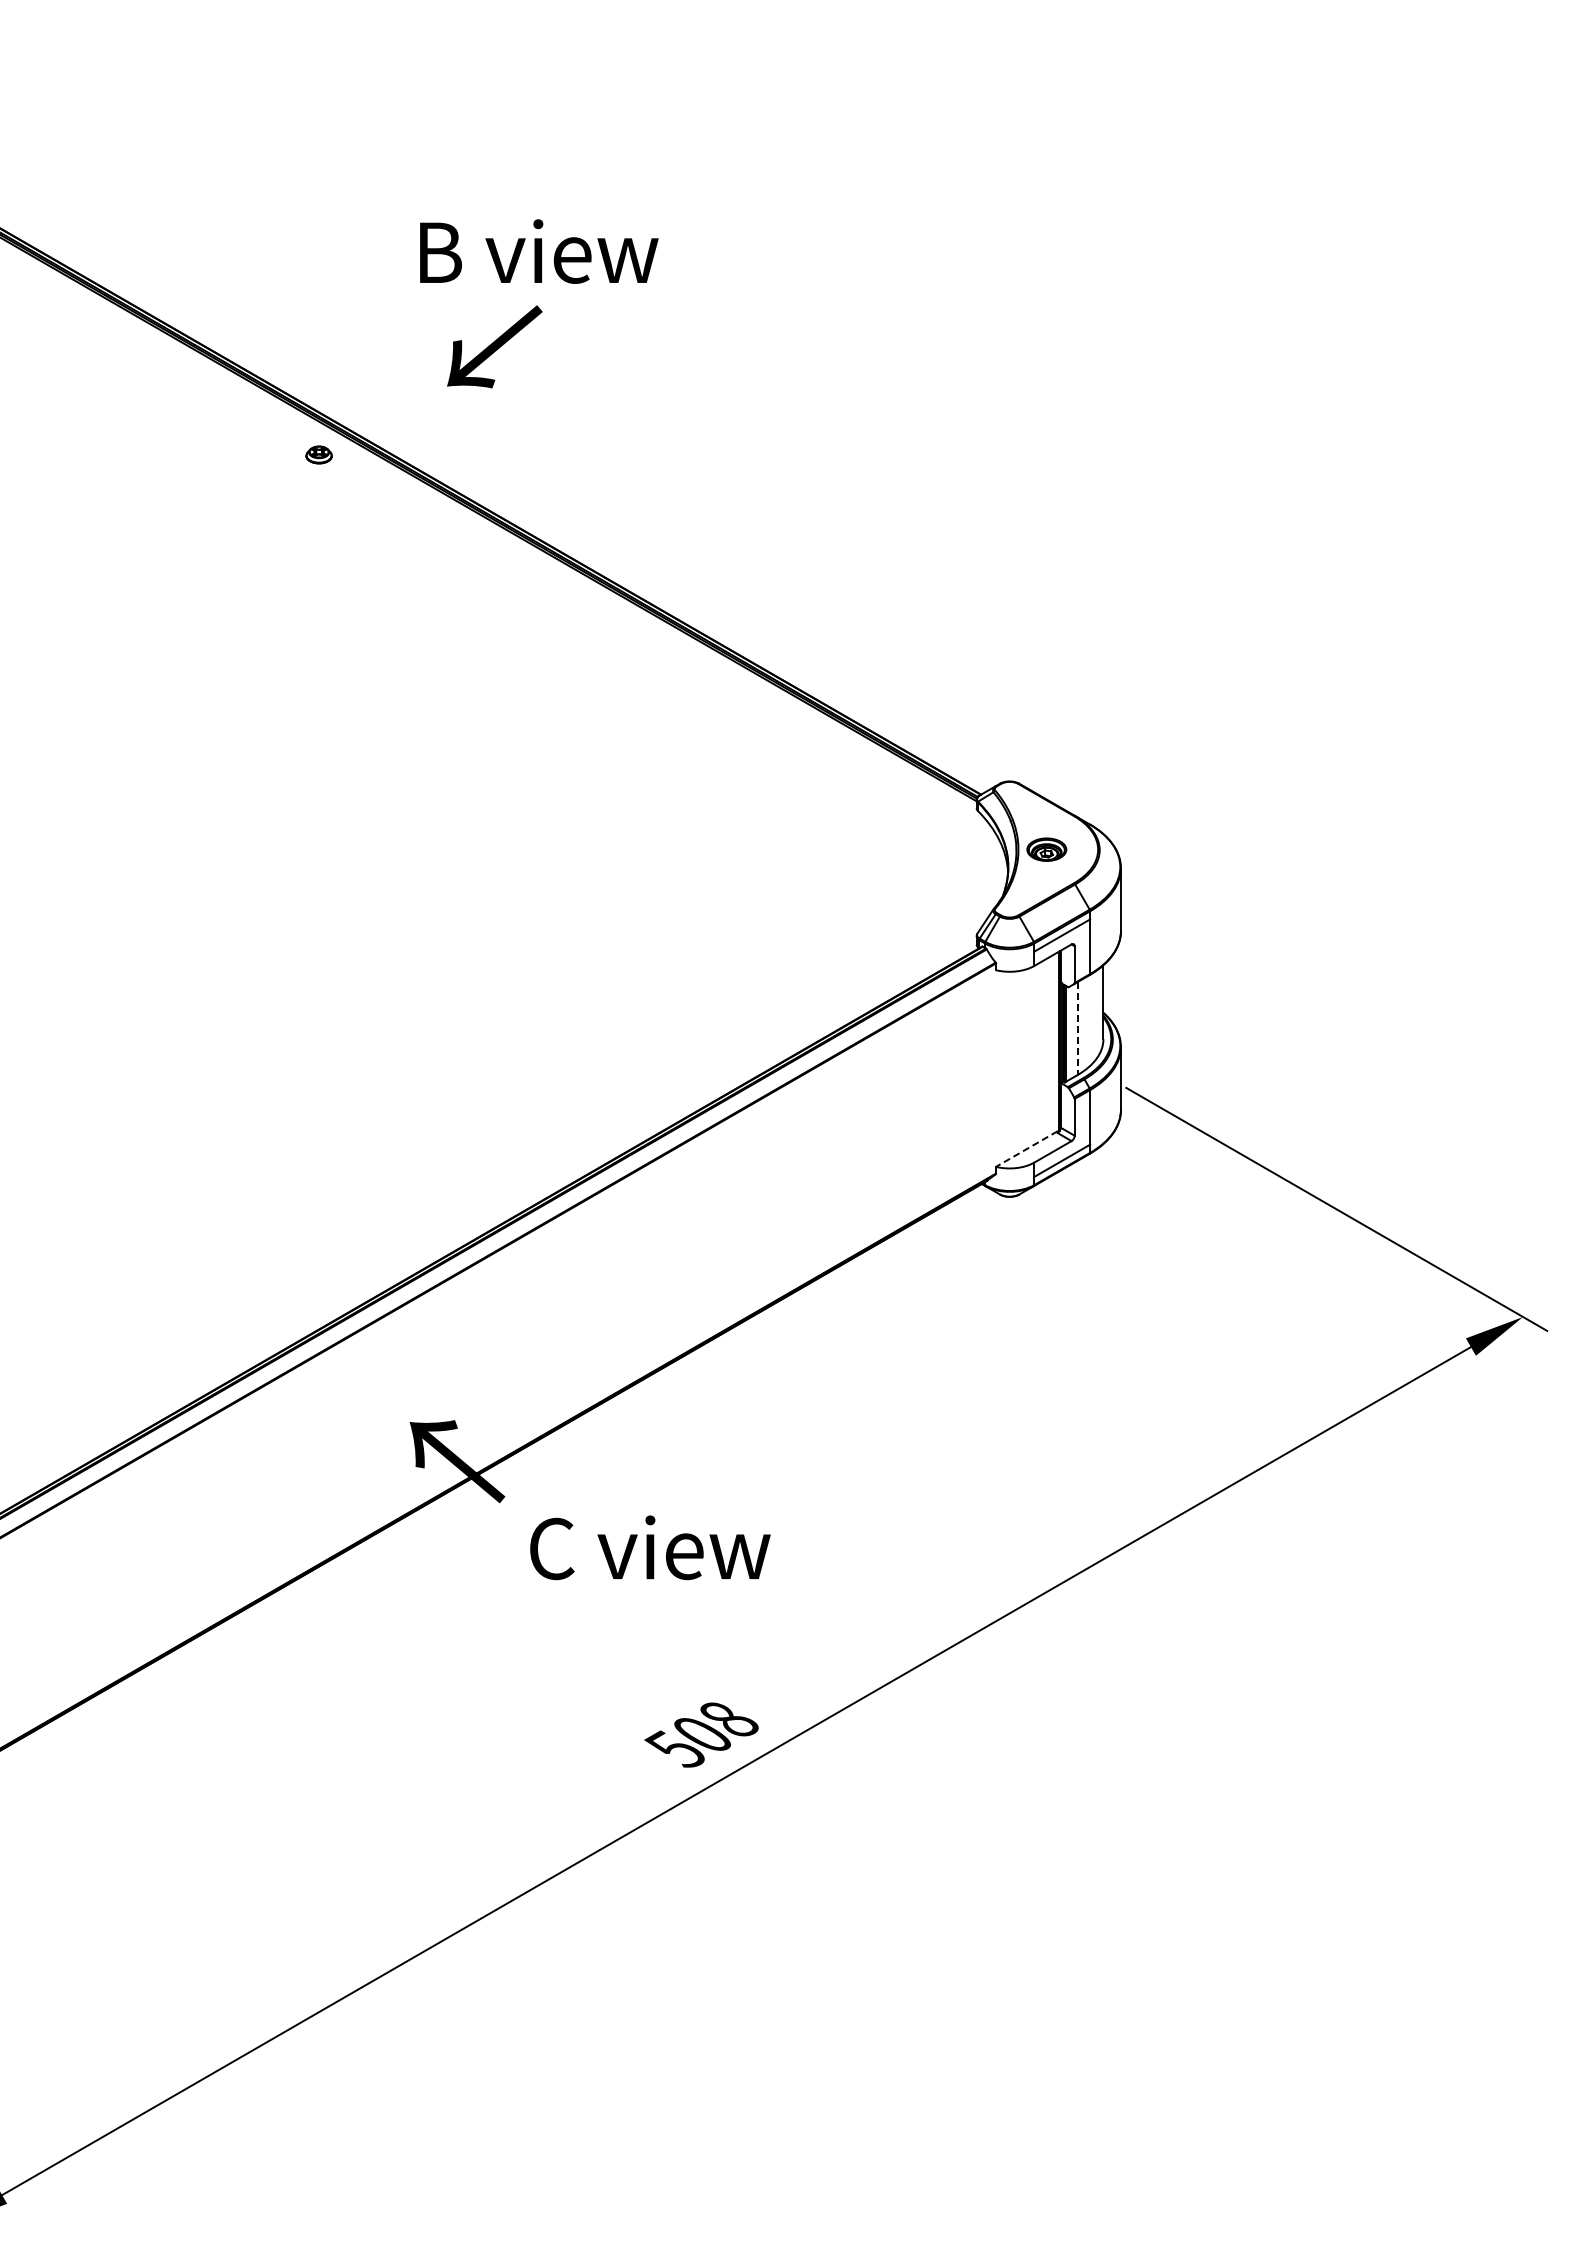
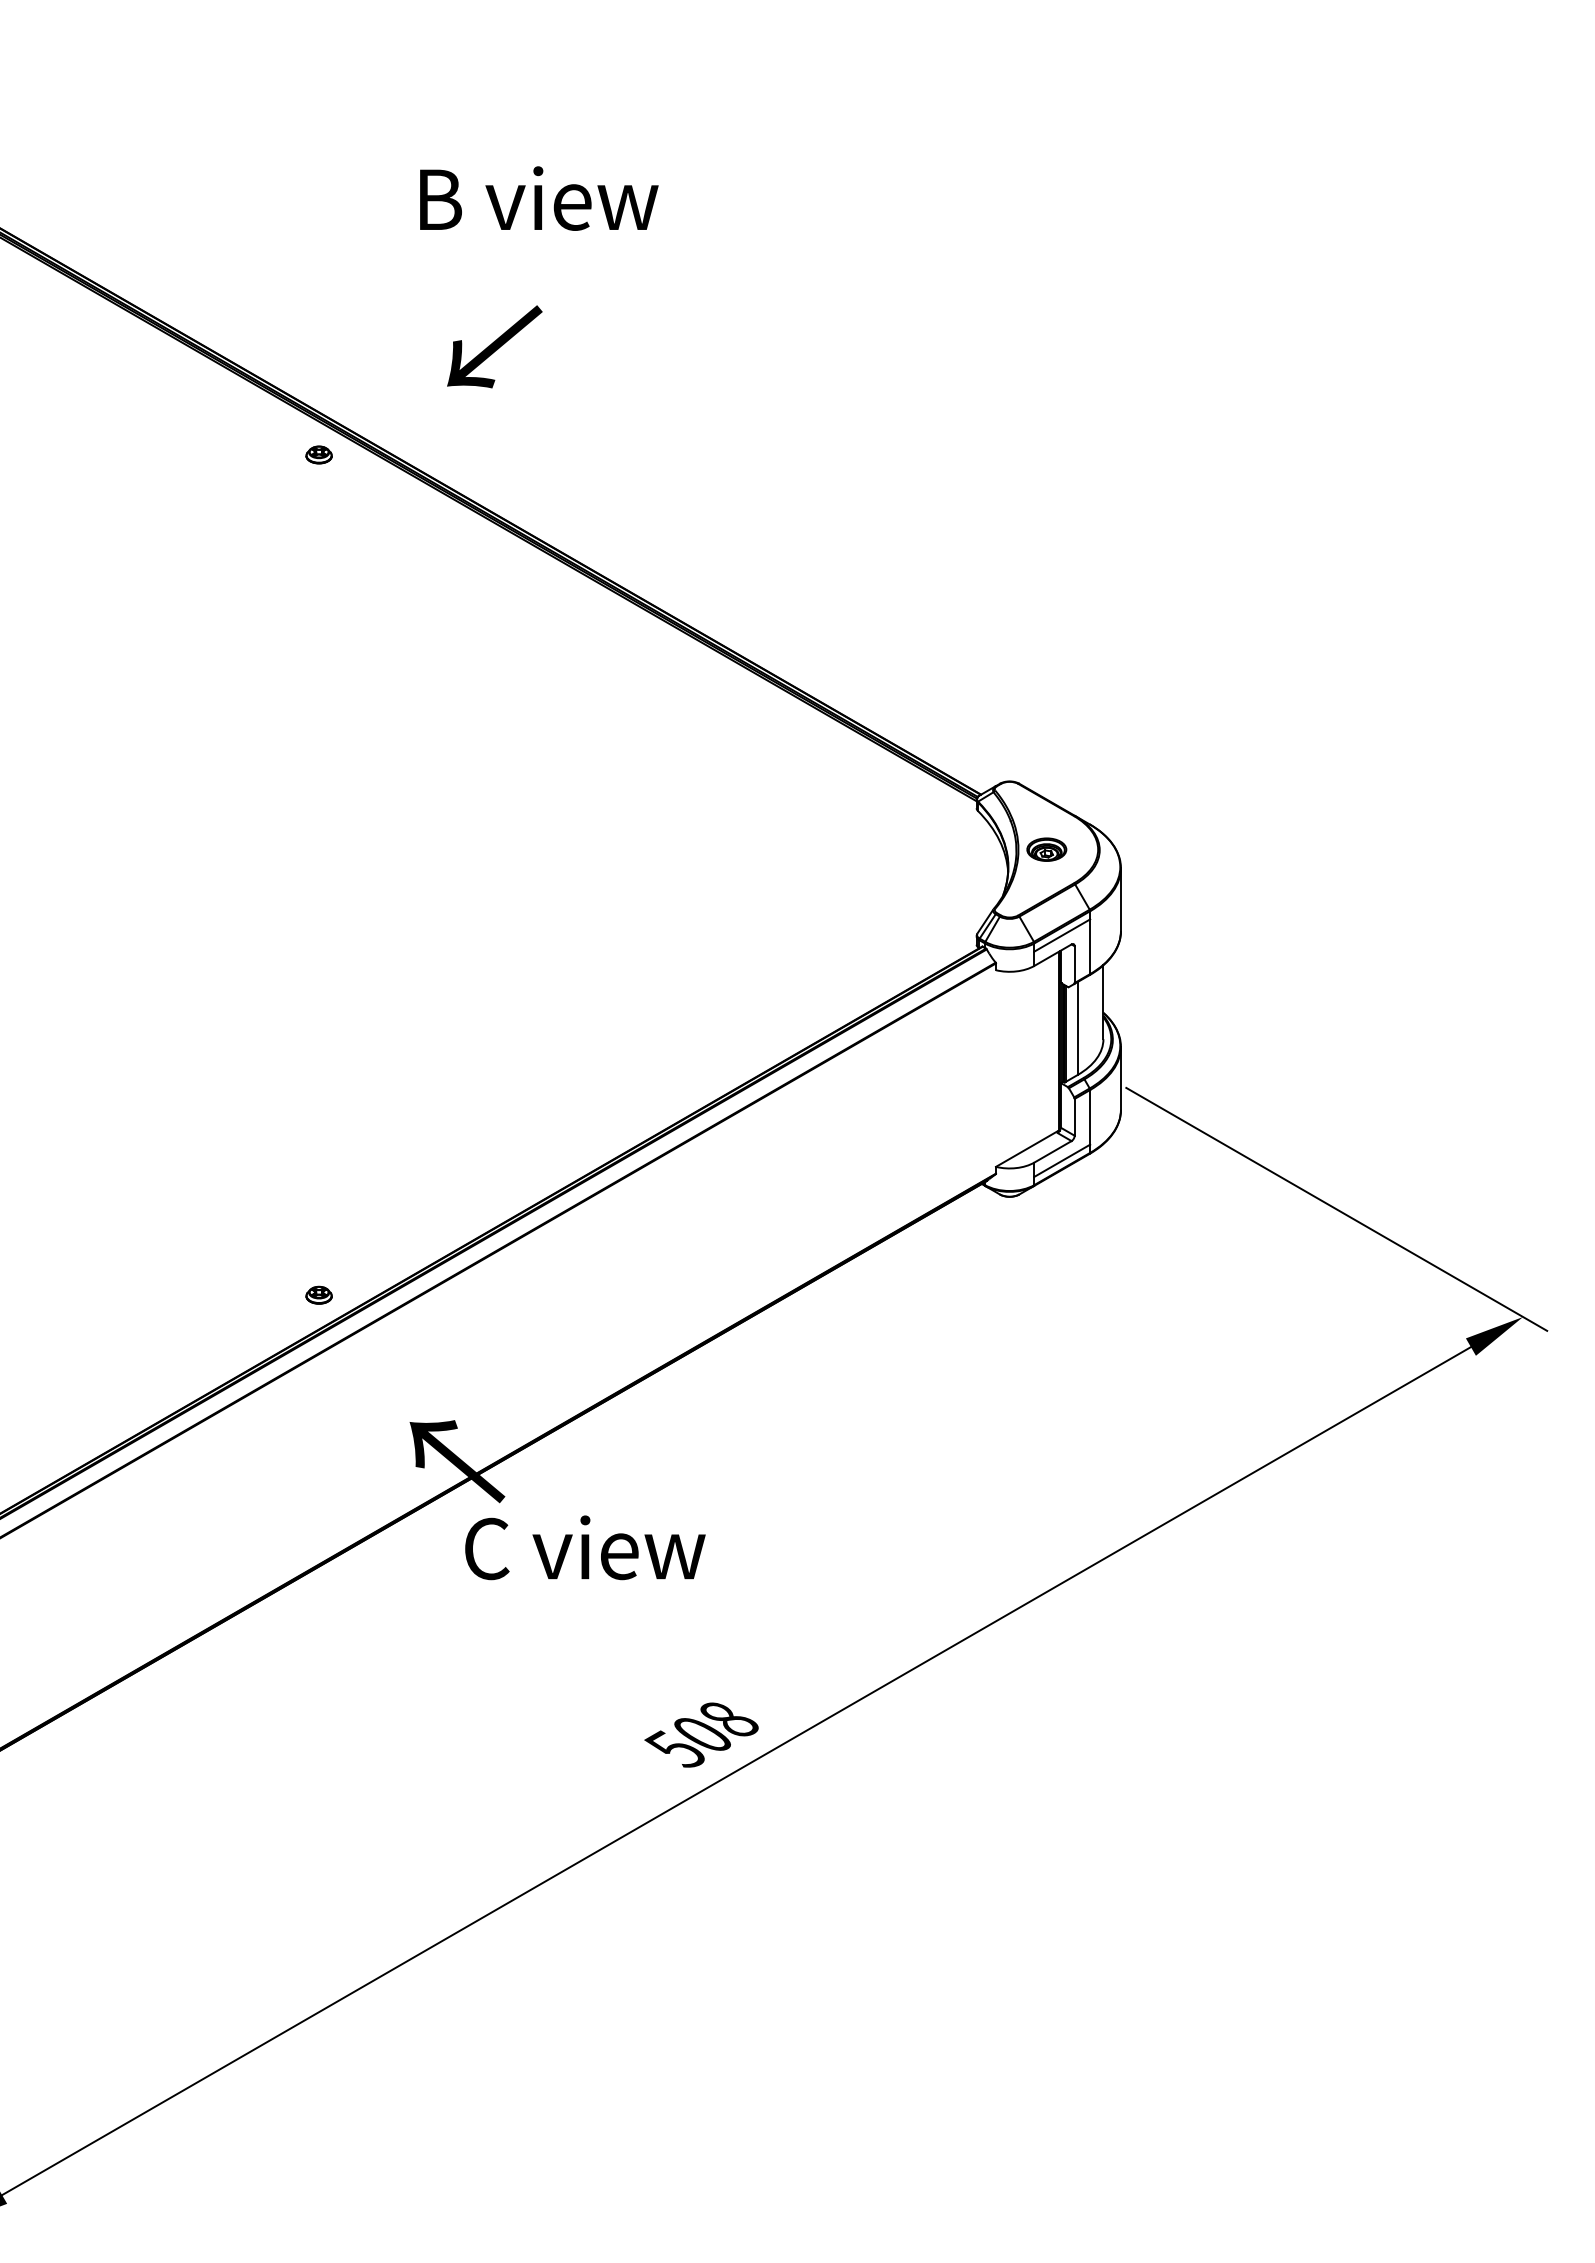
text at (539, 251) position: (539, 251) -> (539, 198)
line at (1077, 1028): dashed -> solid
line at (1026, 1149): dashed -> solid
part at (318, 1294): none -> present
text at (650, 1547) position: (650, 1547) -> (585, 1547)
